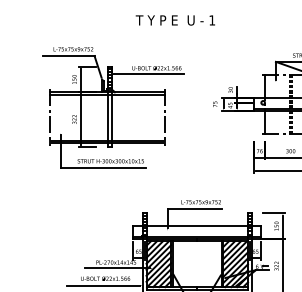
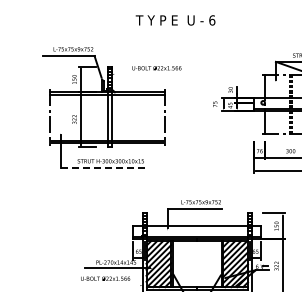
text at (212, 20): 1 -> 6
line at (149, 74): present -> none
line at (103, 167): solid -> dashed
line at (103, 285): present -> none
